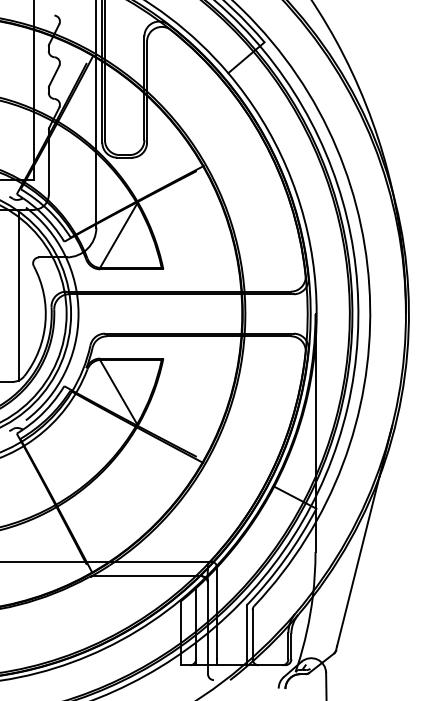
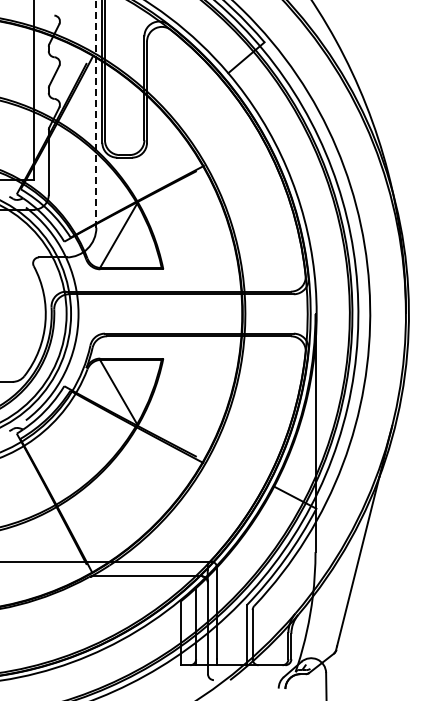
line at (96, 113): solid -> dashed
line at (19, 294): present -> none
